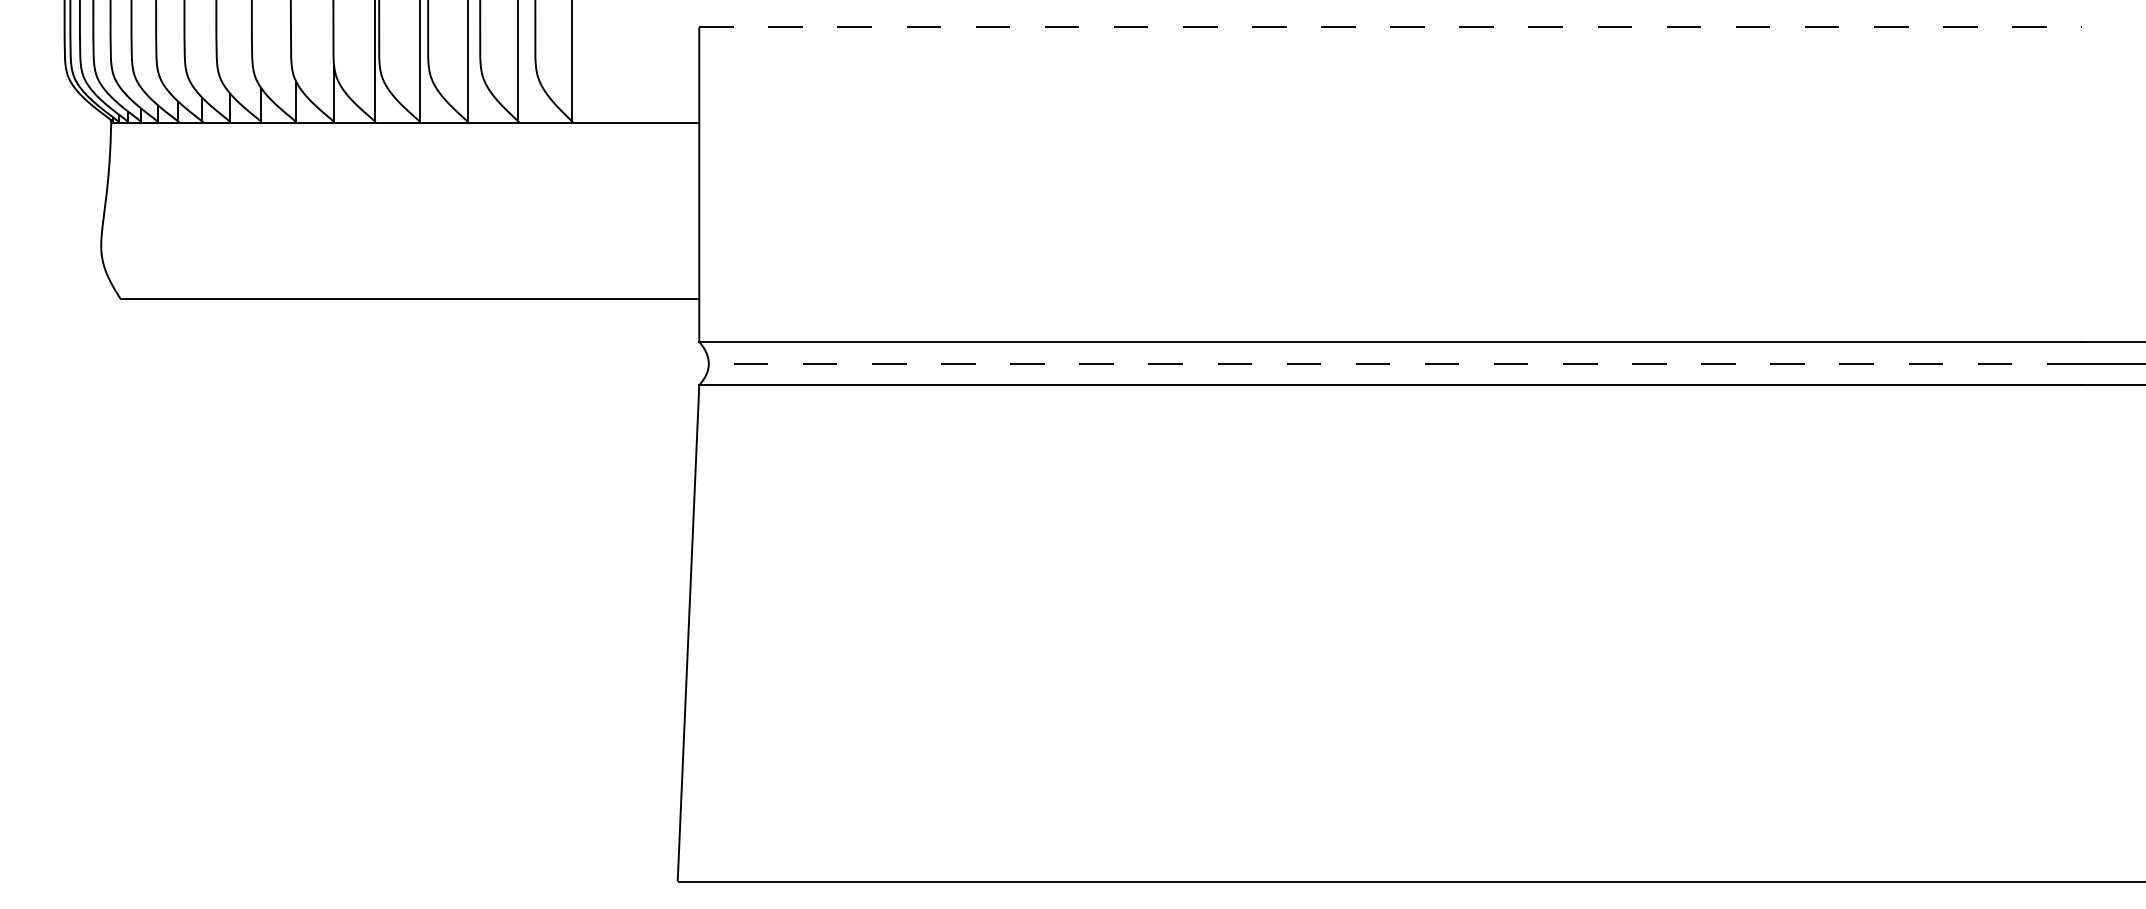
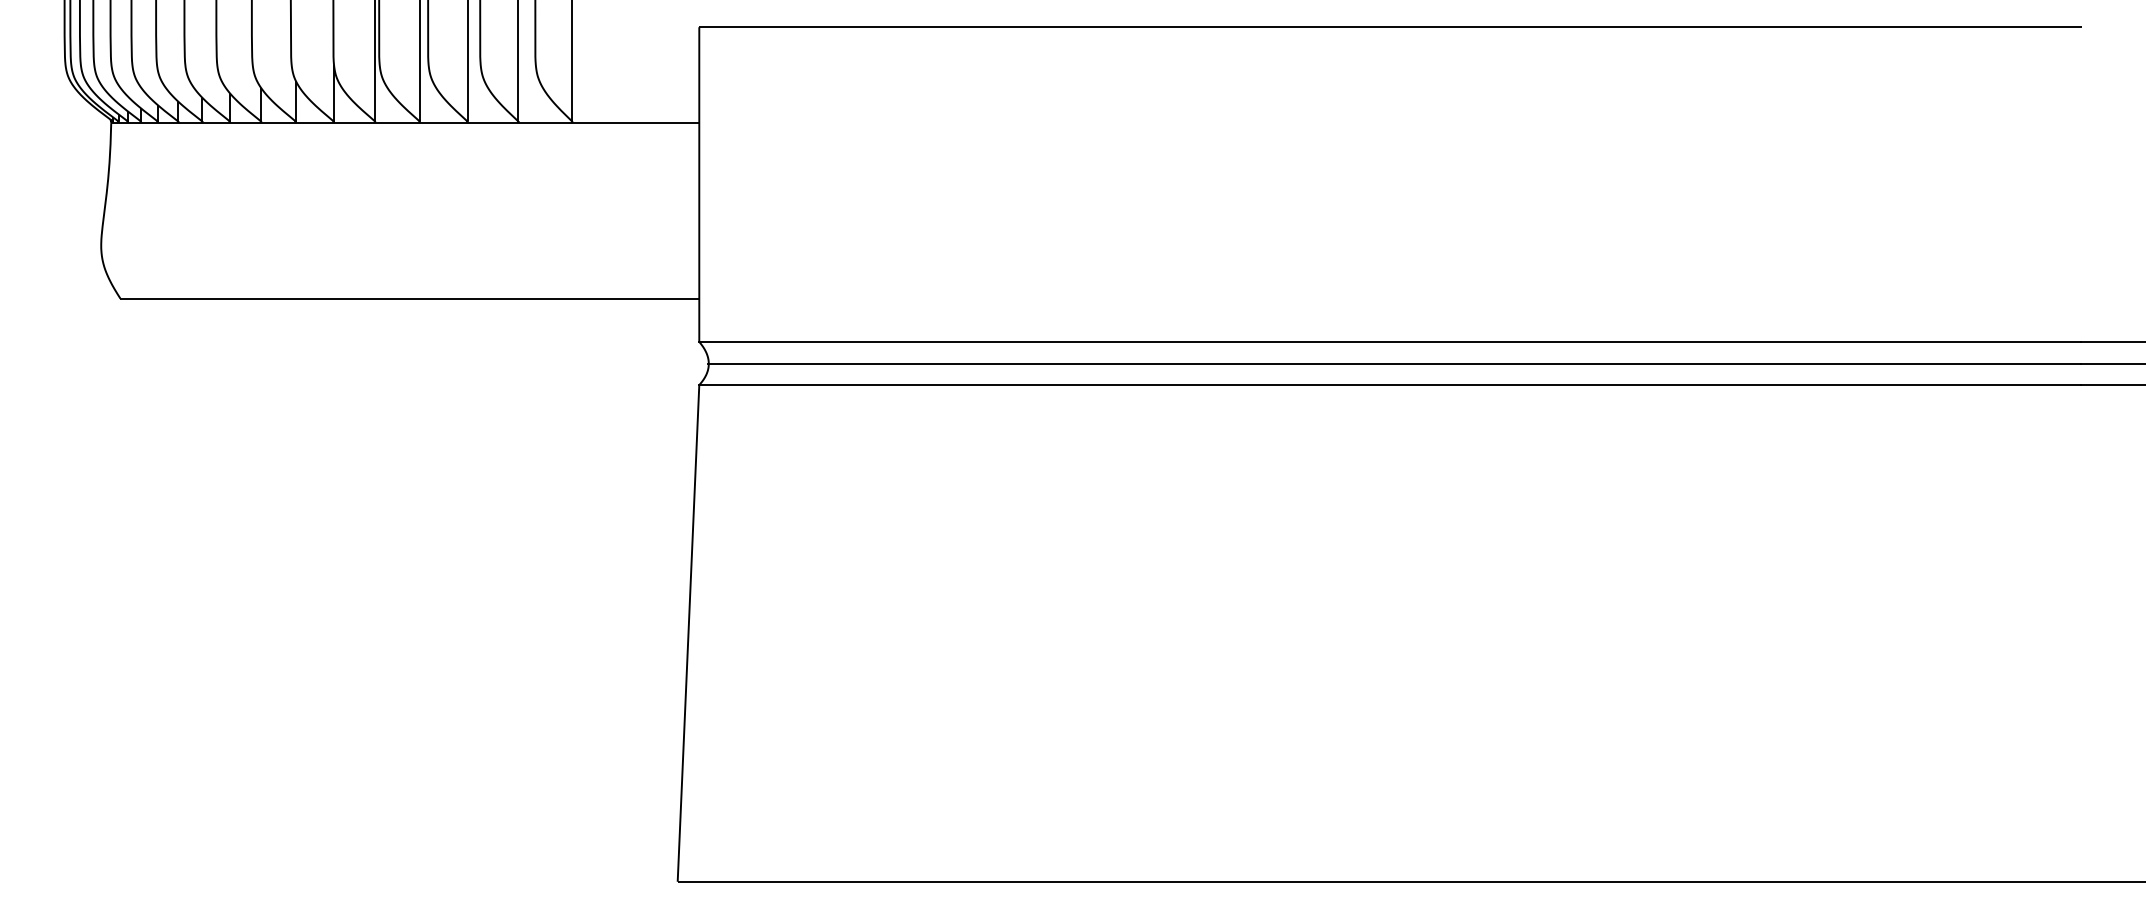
line at (1391, 27): dashed -> solid
line at (1394, 363): dashed -> solid
